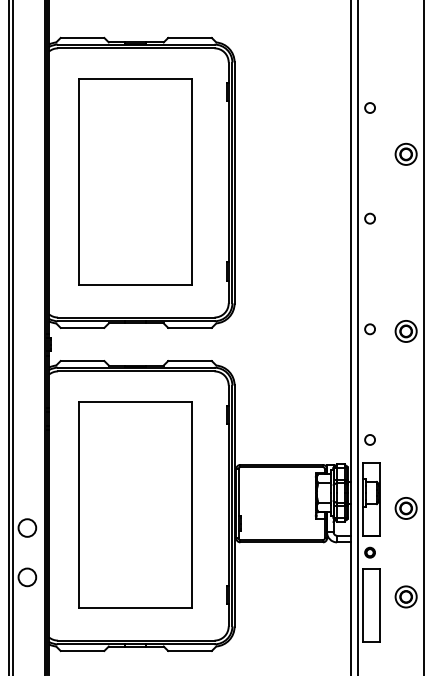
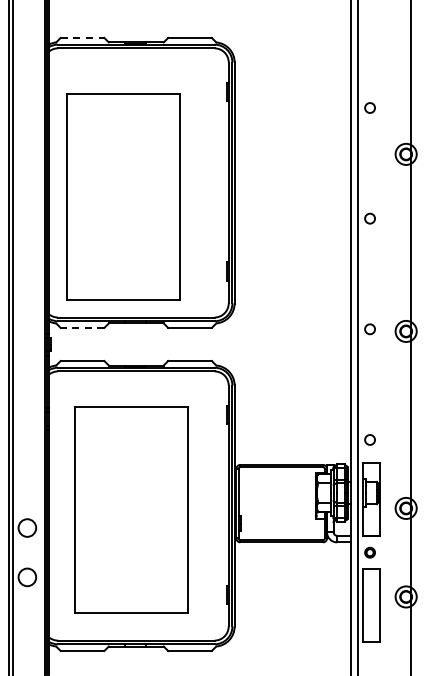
line at (82, 37): solid -> dashed
part at (135, 181) position: (135, 181) -> (123, 196)
line at (82, 327): solid -> dashed
line at (423, 337) position: (423, 337) -> (410, 337)
part at (135, 504) position: (135, 504) -> (131, 509)
